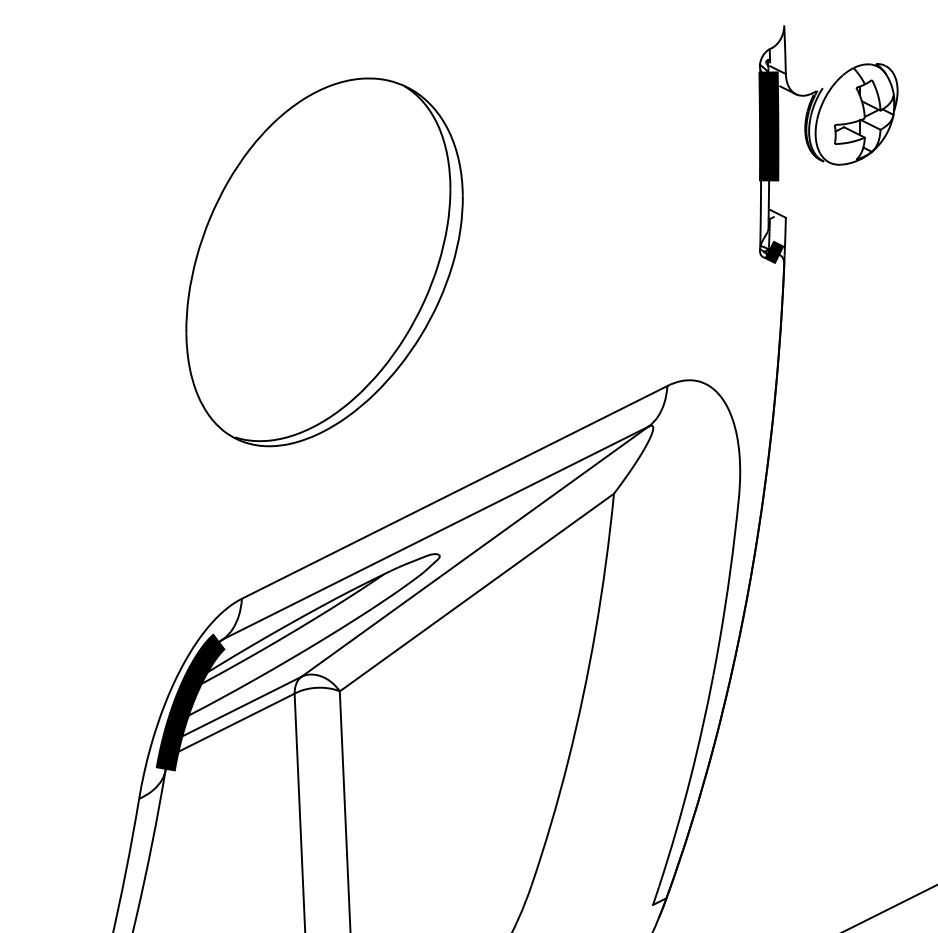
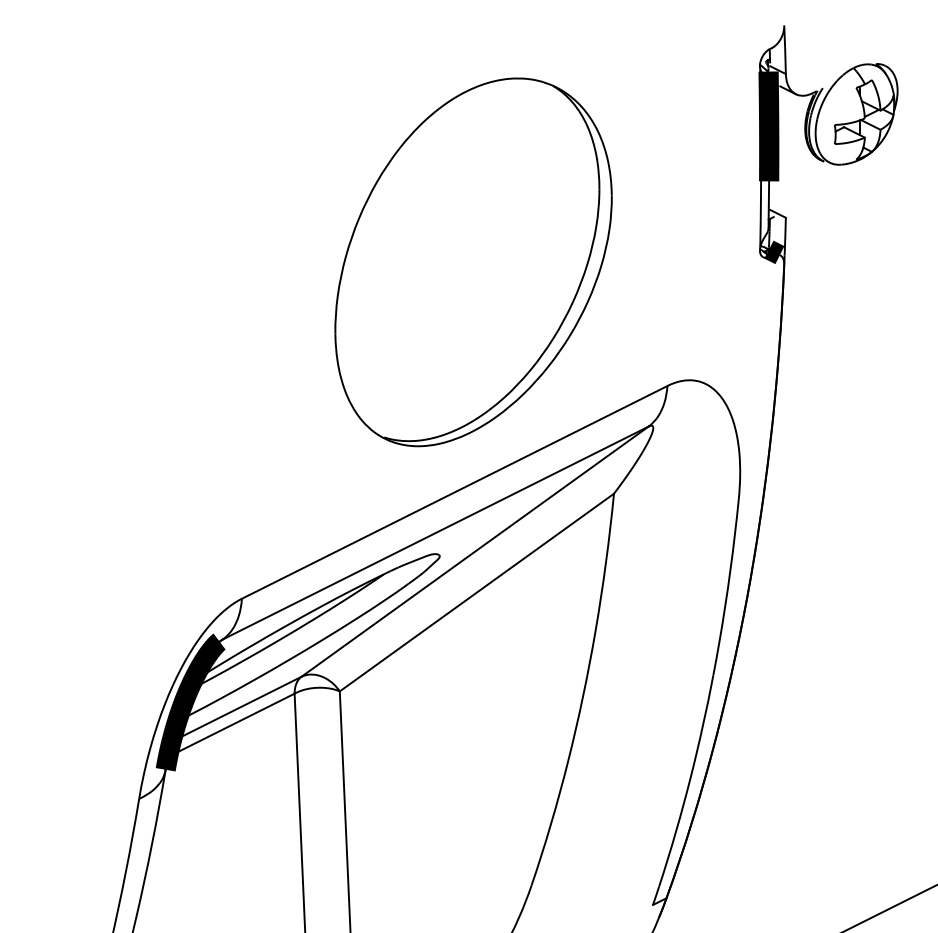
part at (324, 262) position: (324, 262) -> (473, 262)
